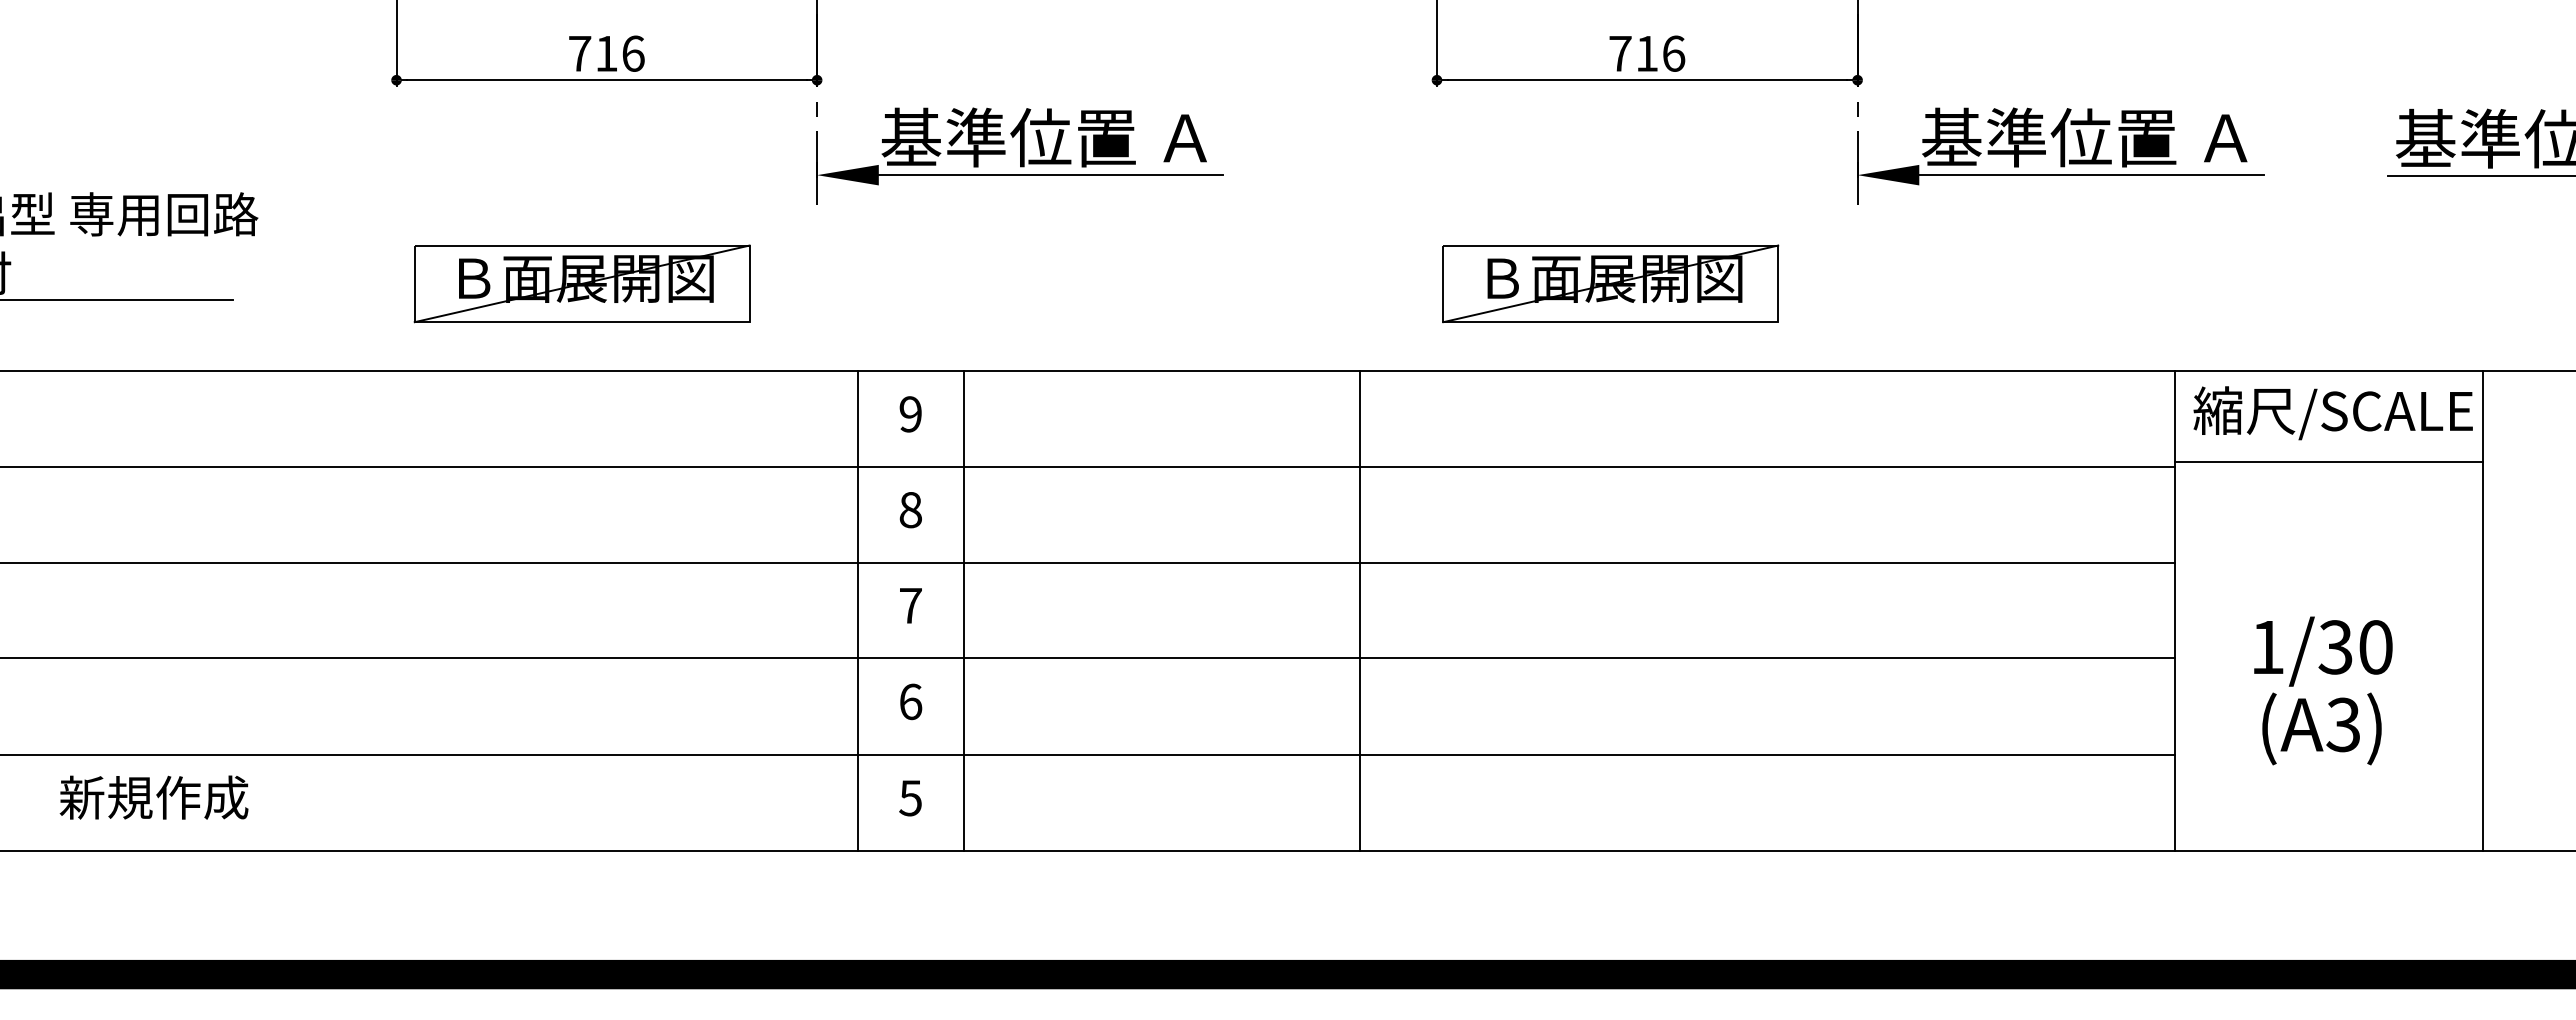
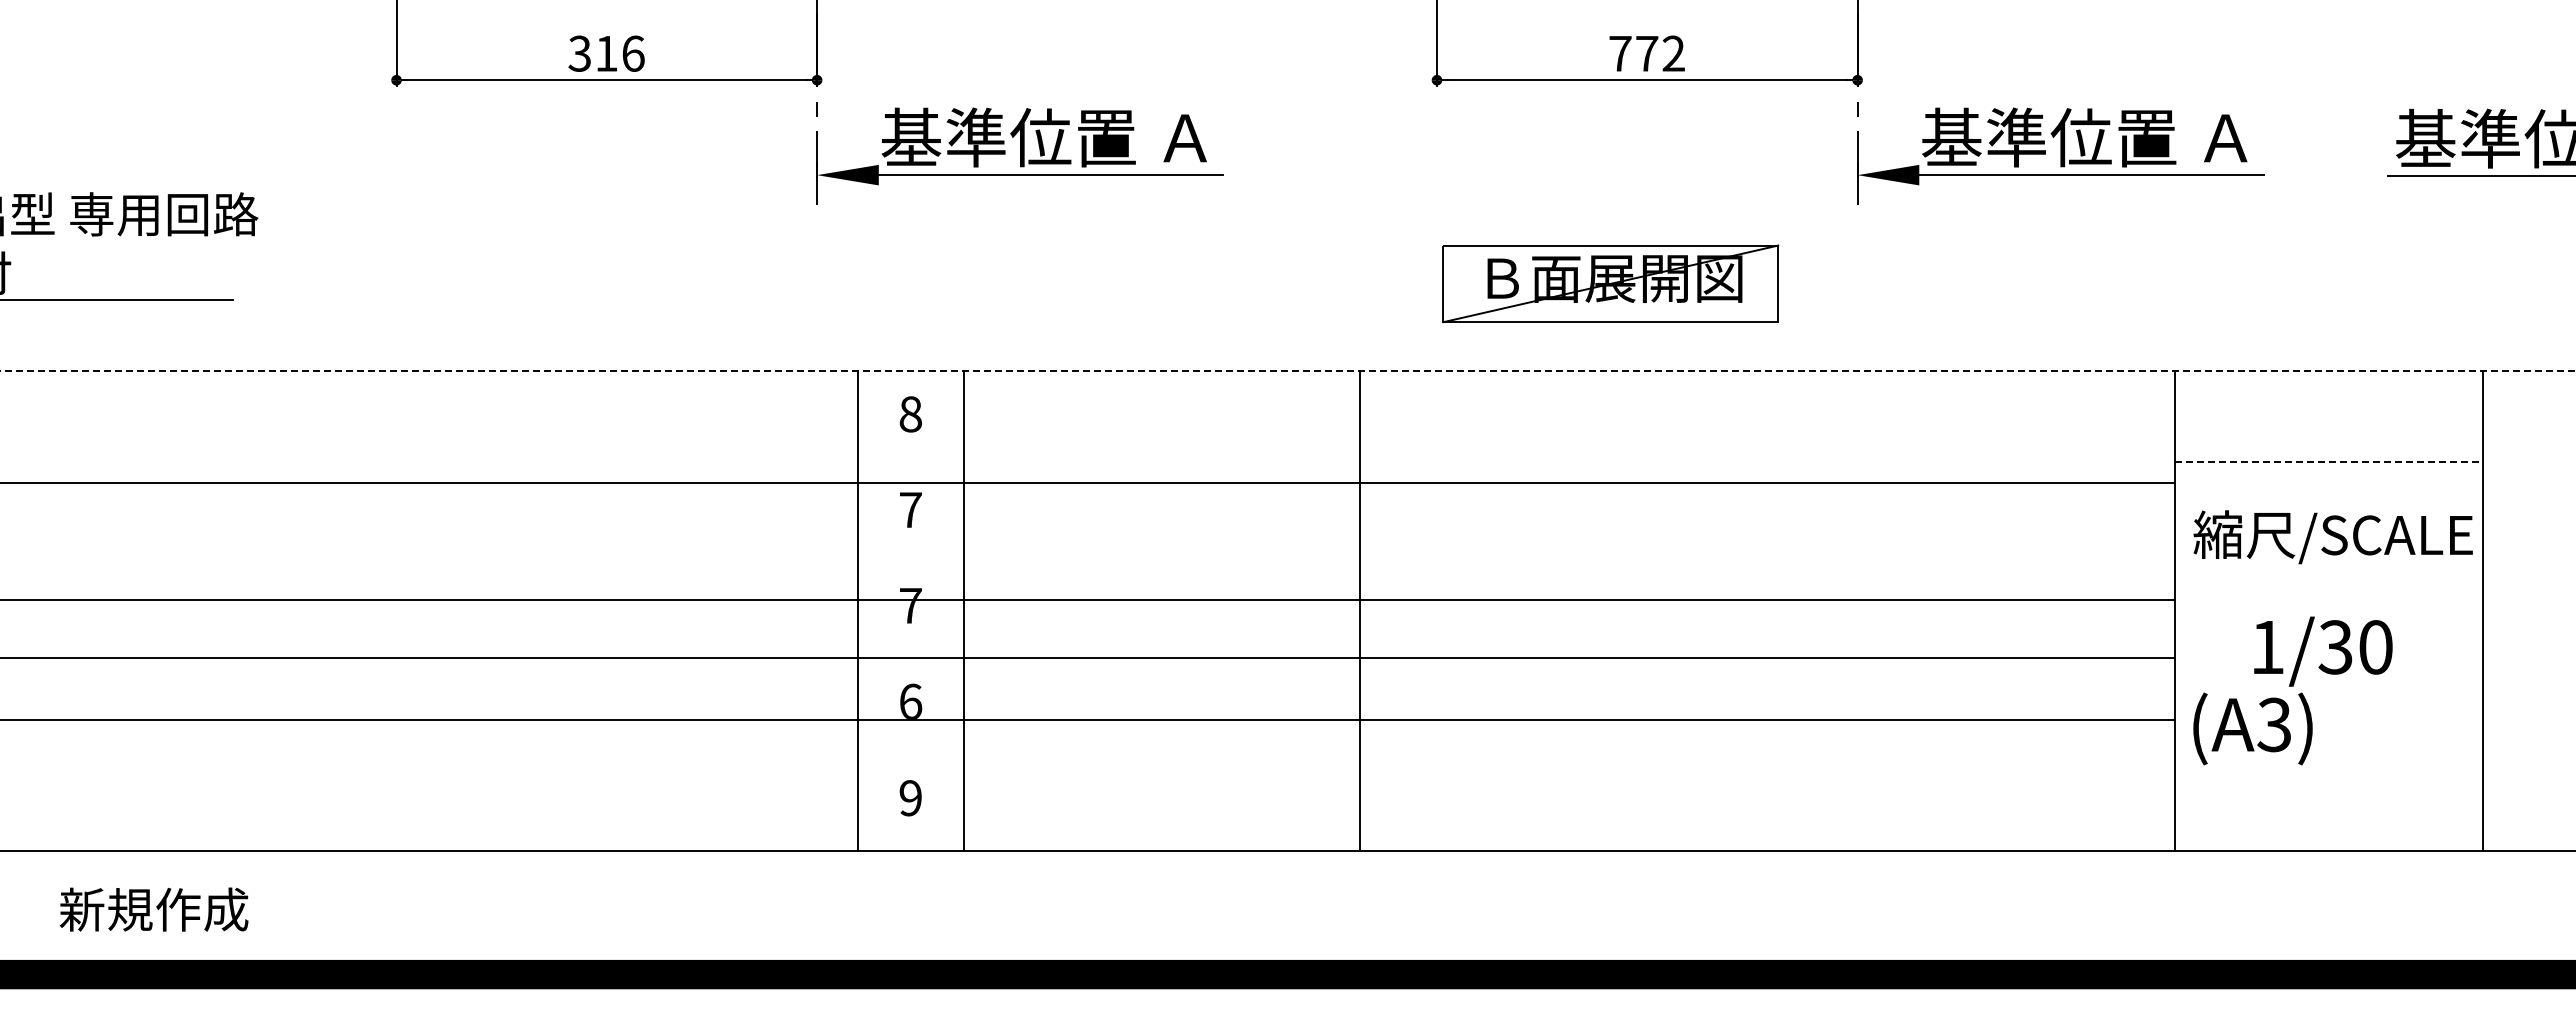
text at (579, 53): 716 -> 316
text at (1660, 53): 716 -> 772
part at (581, 283): present -> none
line at (1288, 371): solid -> dashed
text at (2332, 413) position: (2332, 413) -> (2332, 537)
text at (910, 414): 9 -> 8
line at (2328, 461): solid -> dashed
line at (1088, 466) position: (1088, 466) -> (1088, 482)
text at (910, 510): 8 -> 7
line at (1088, 562) position: (1088, 562) -> (1088, 599)
text at (2321, 728) position: (2321, 728) -> (2252, 728)
line at (1088, 754) position: (1088, 754) -> (1088, 719)
text at (153, 797) position: (153, 797) -> (153, 909)
text at (910, 798): 5 -> 9
